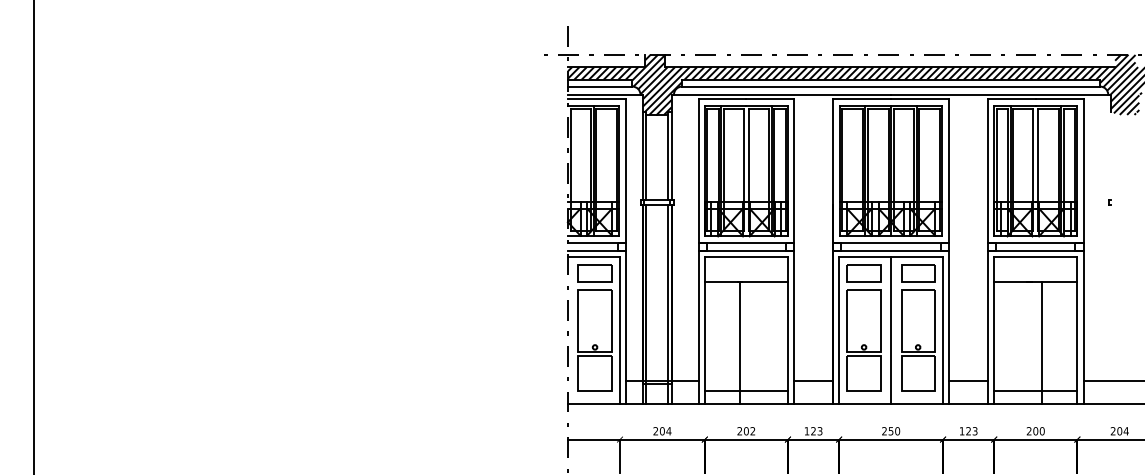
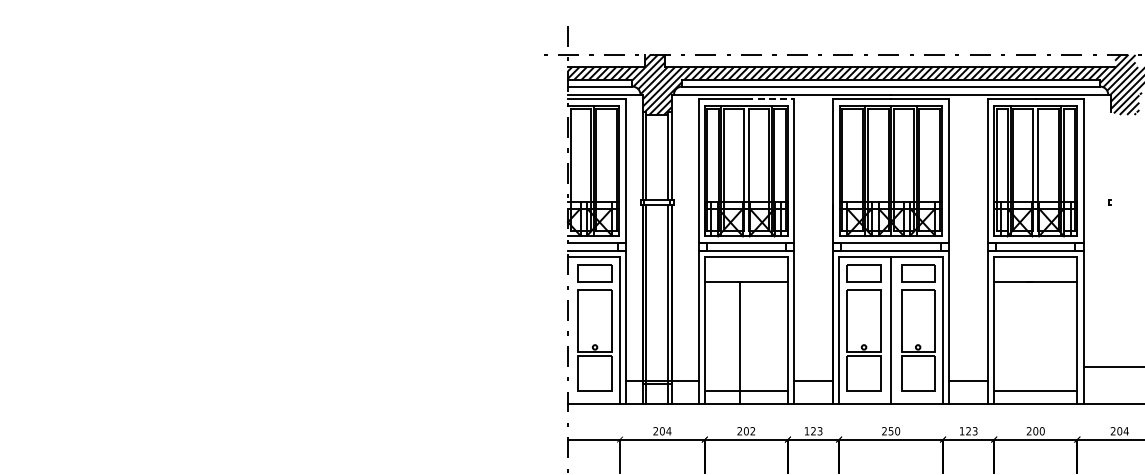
line at (770, 99): solid -> dashed
line at (34, 236): present -> none
line at (1042, 342): present -> none
line at (1112, 380) position: (1112, 380) -> (1112, 366)
